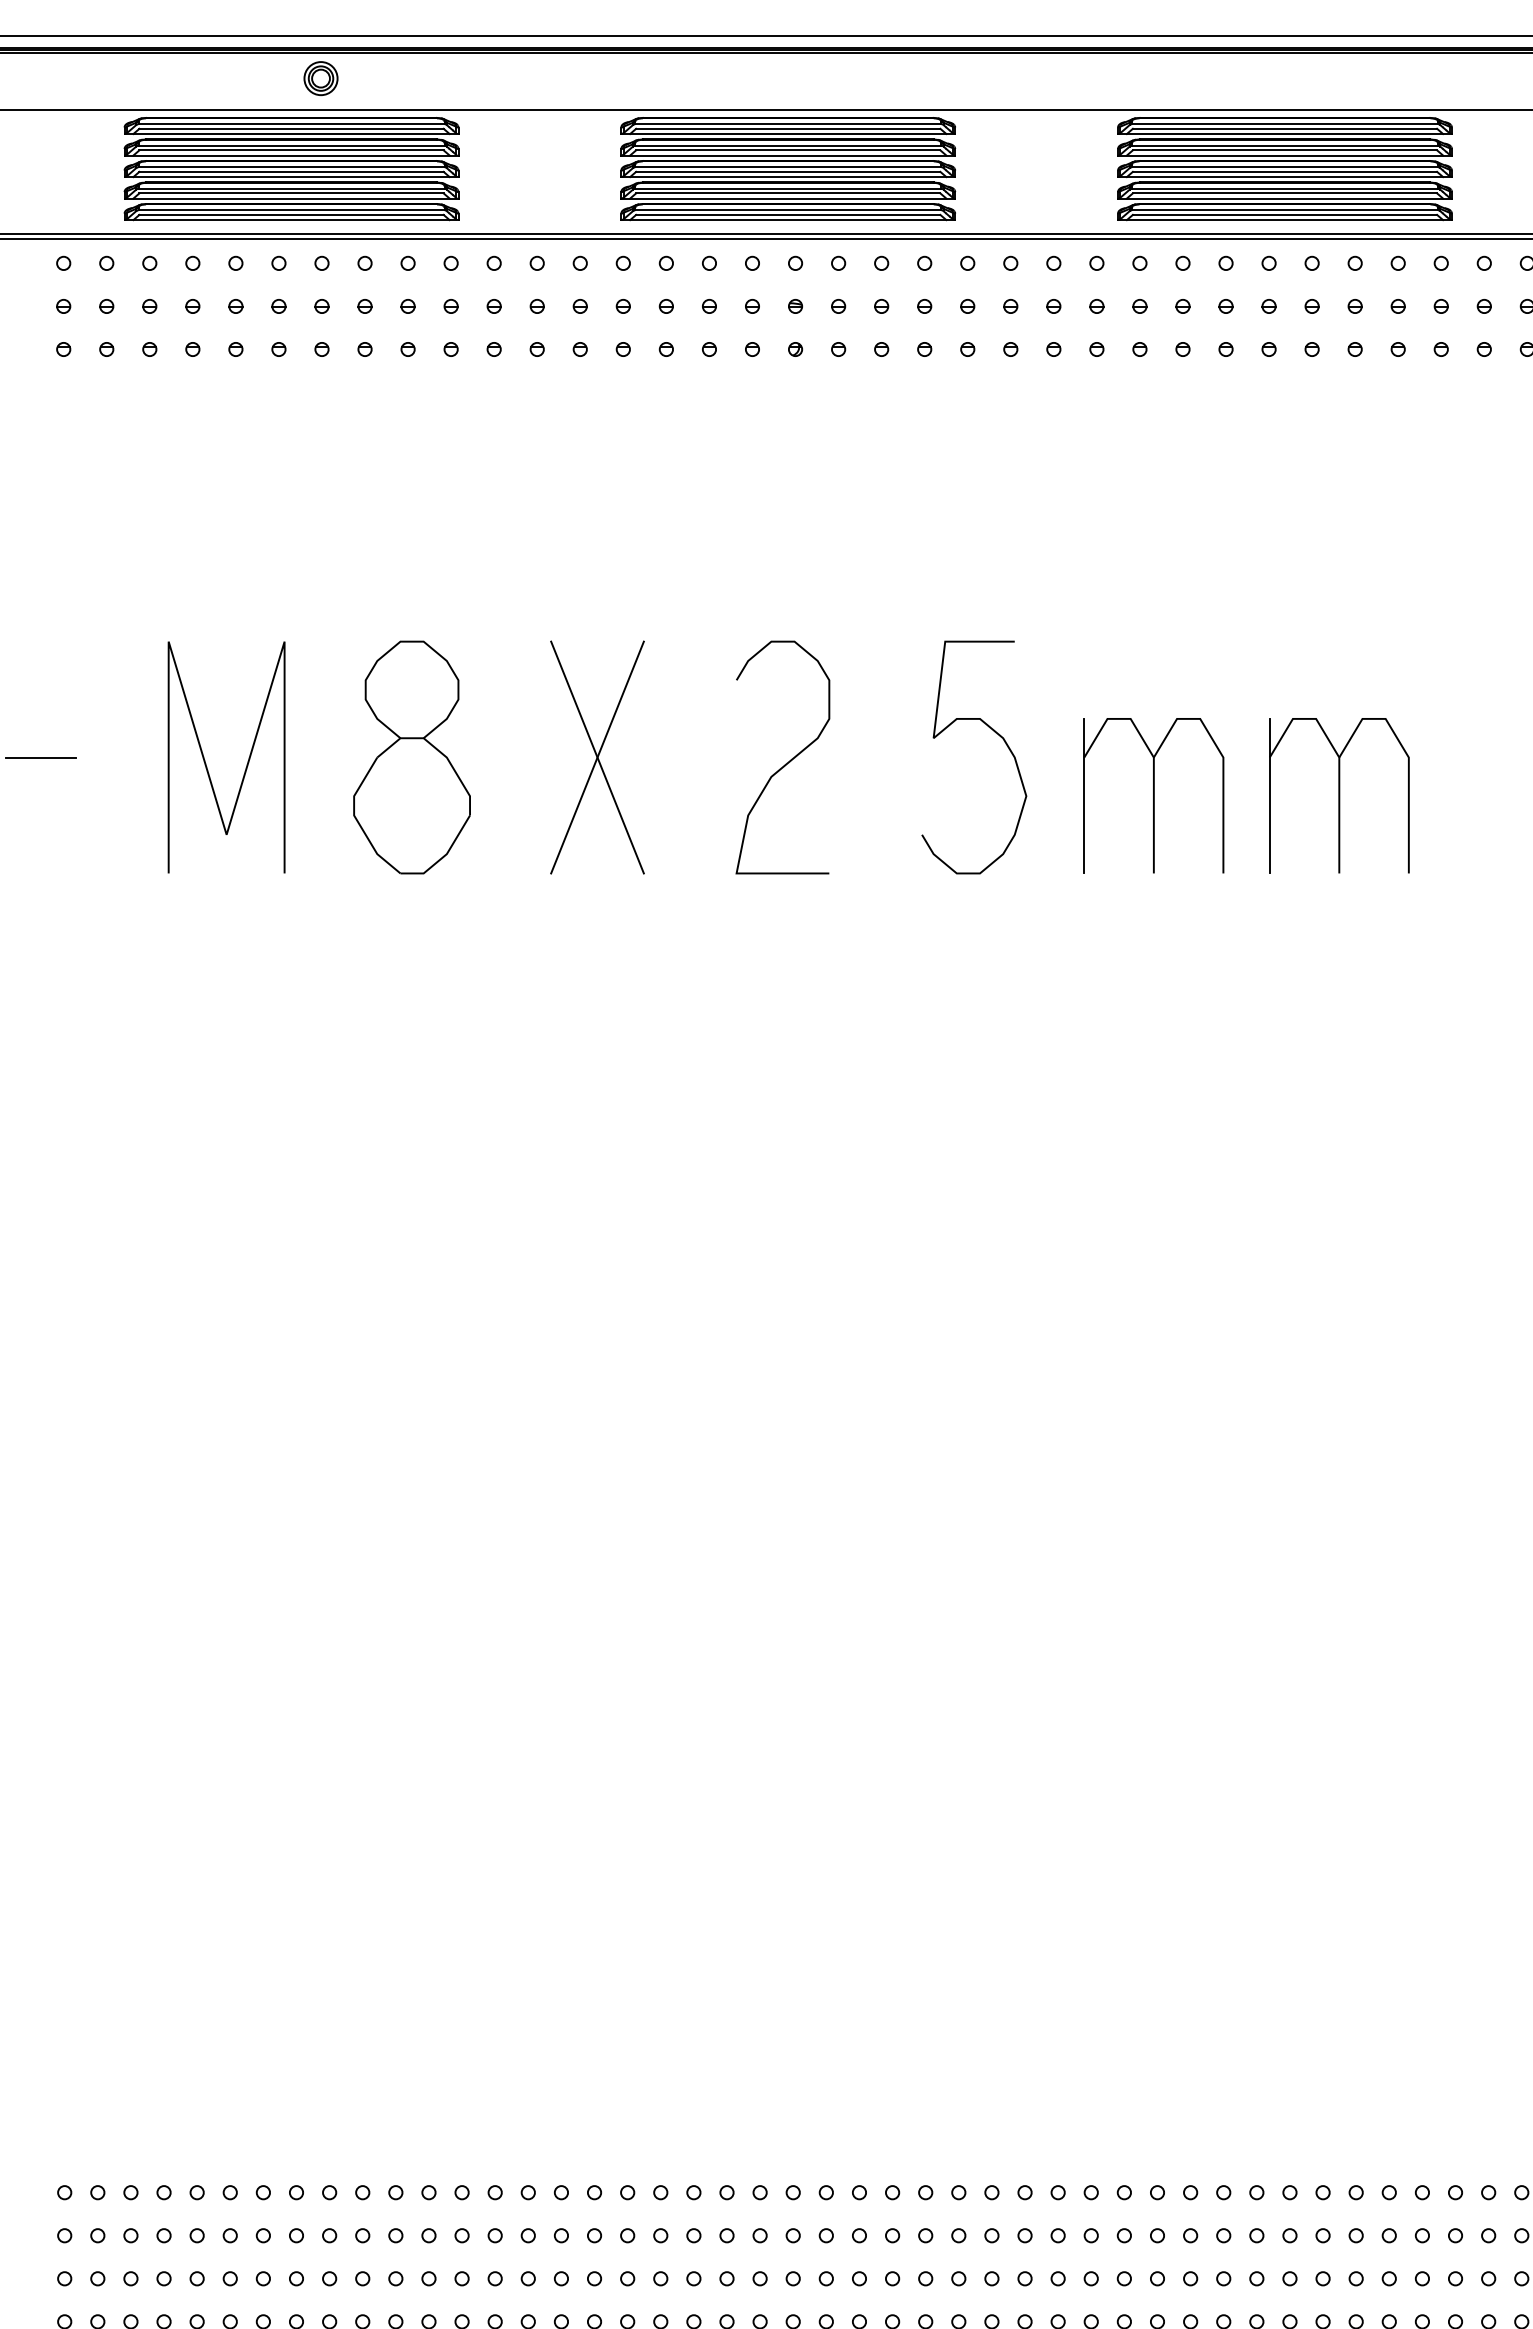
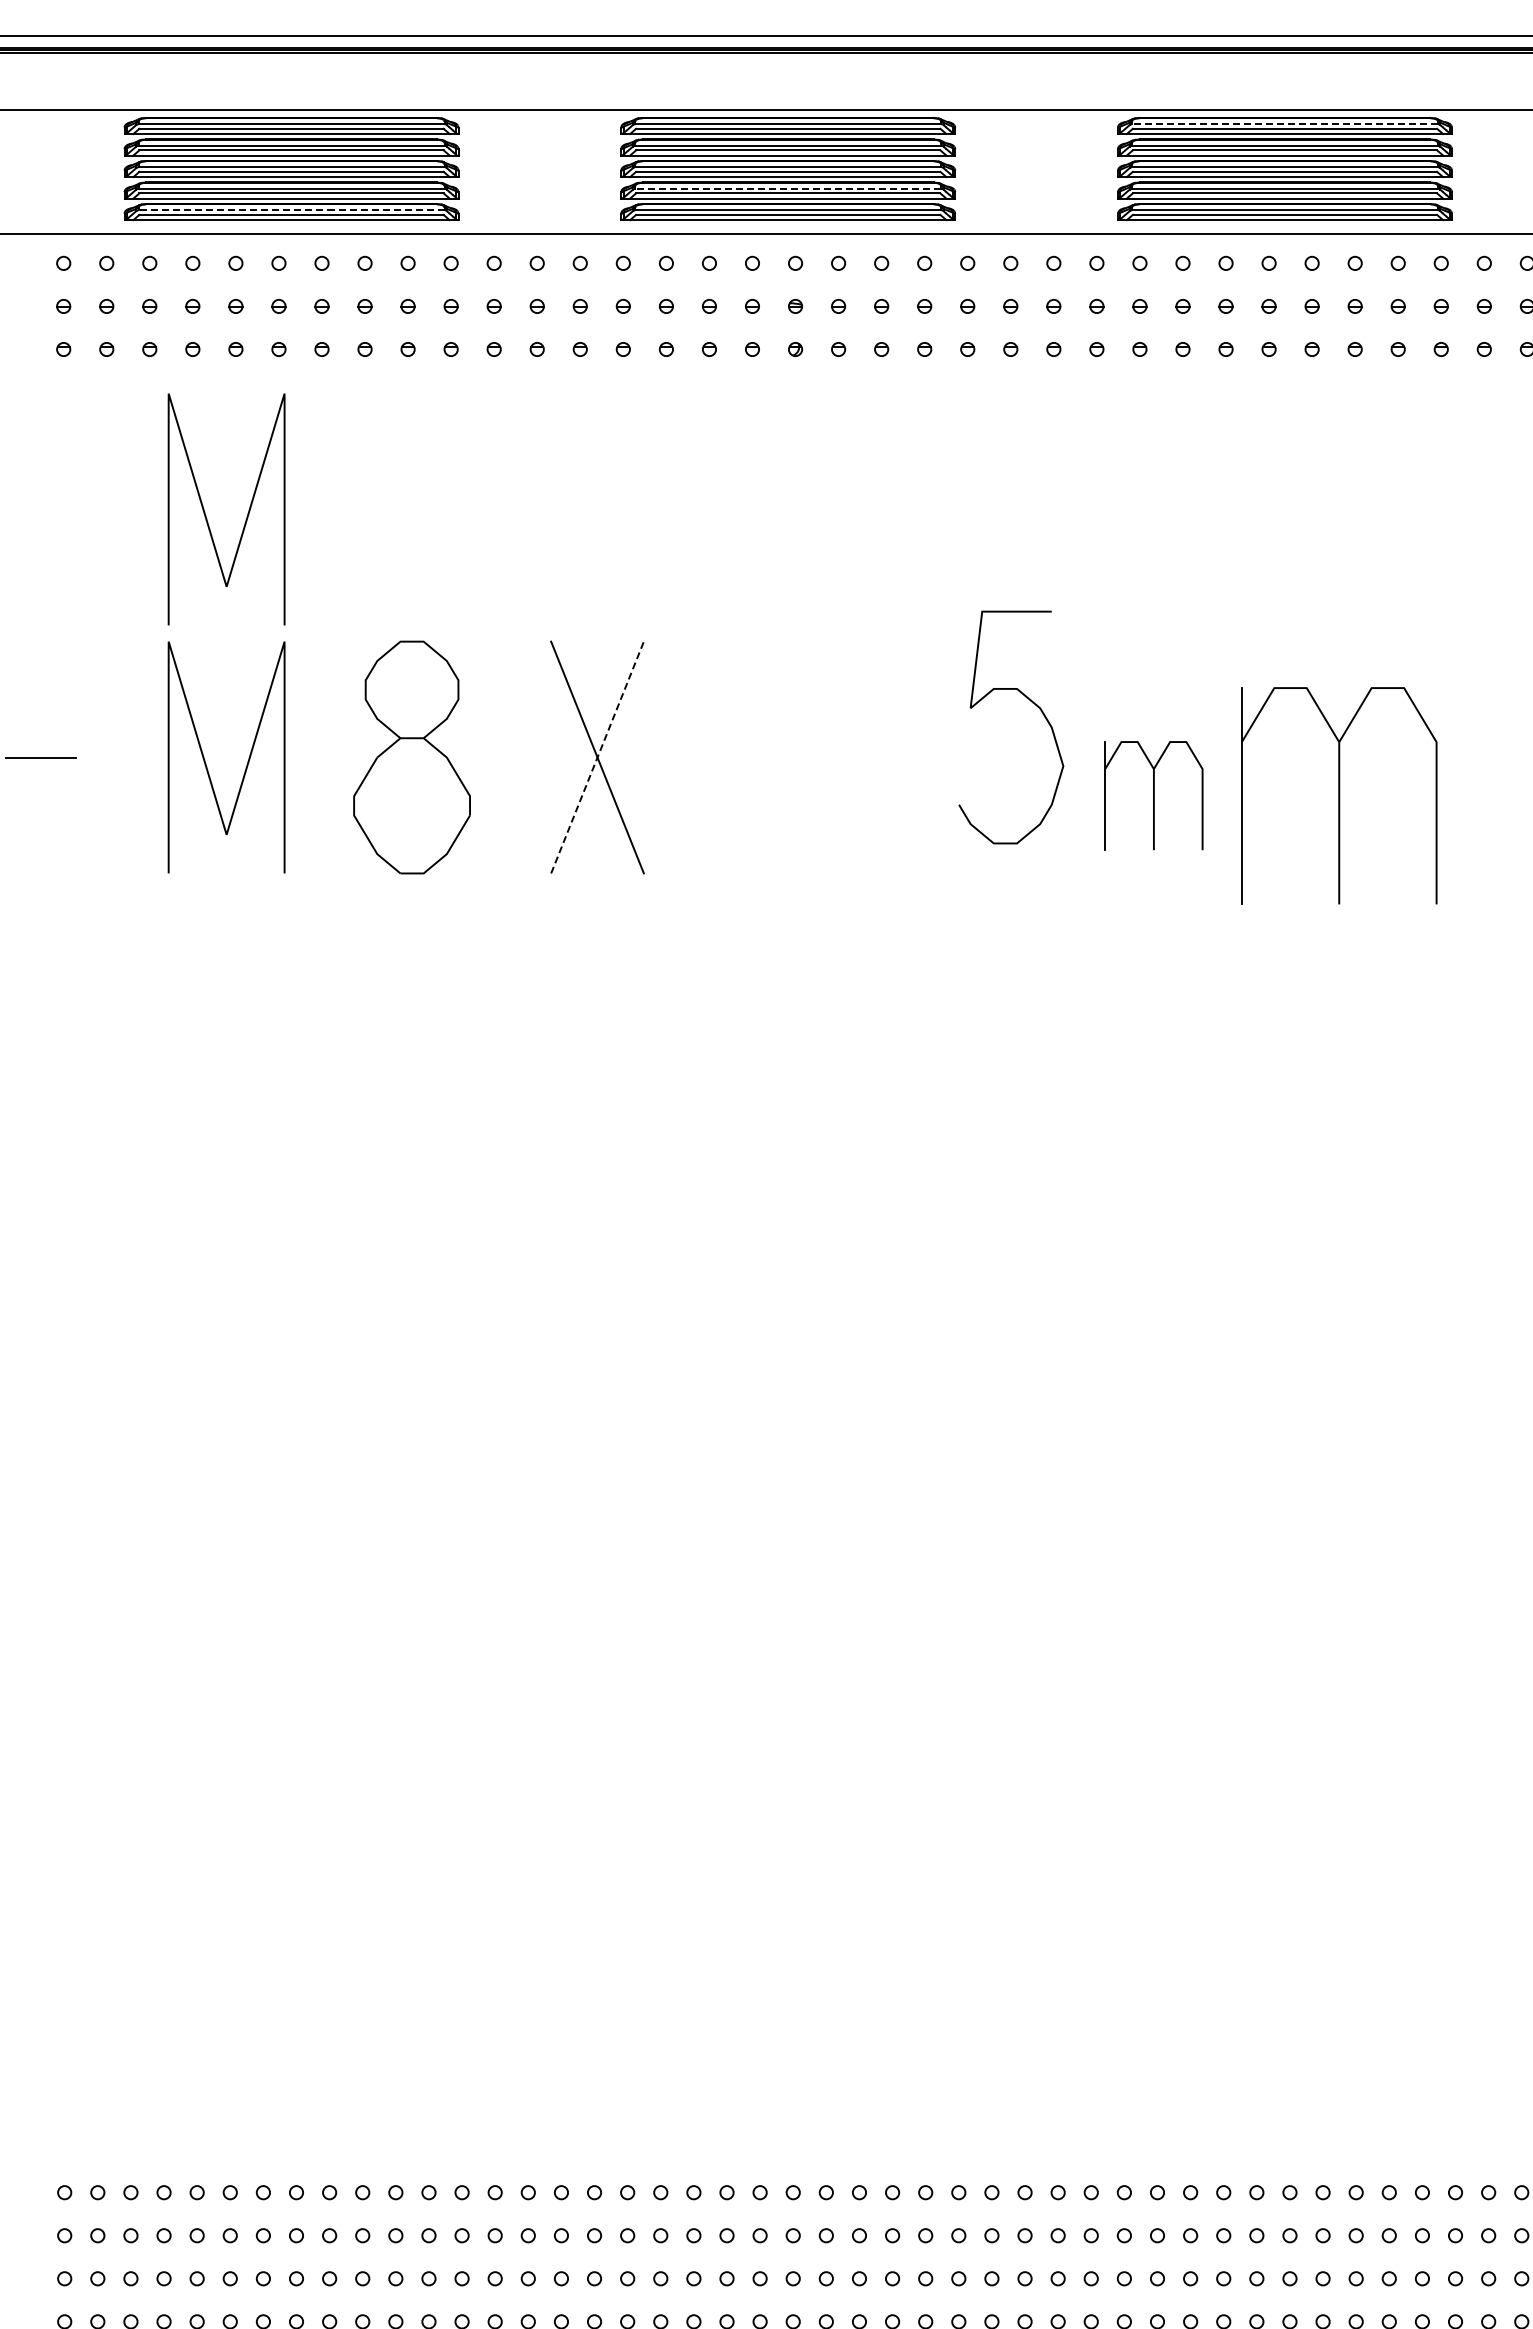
part at (320, 78): present -> none
line at (1285, 124): solid -> dashed
line at (788, 188): solid -> dashed
line at (291, 210): solid -> dashed
line at (765, 238): present -> none
line at (206, 515): none -> present
curve at (995, 733) position: (995, 733) -> (1032, 703)
line at (597, 757): solid -> dashed
curve at (785, 763): present -> none
part at (1153, 795) size: 142x156 px -> 100x110 px
part at (1339, 795) size: 141x156 px -> 197x218 px
